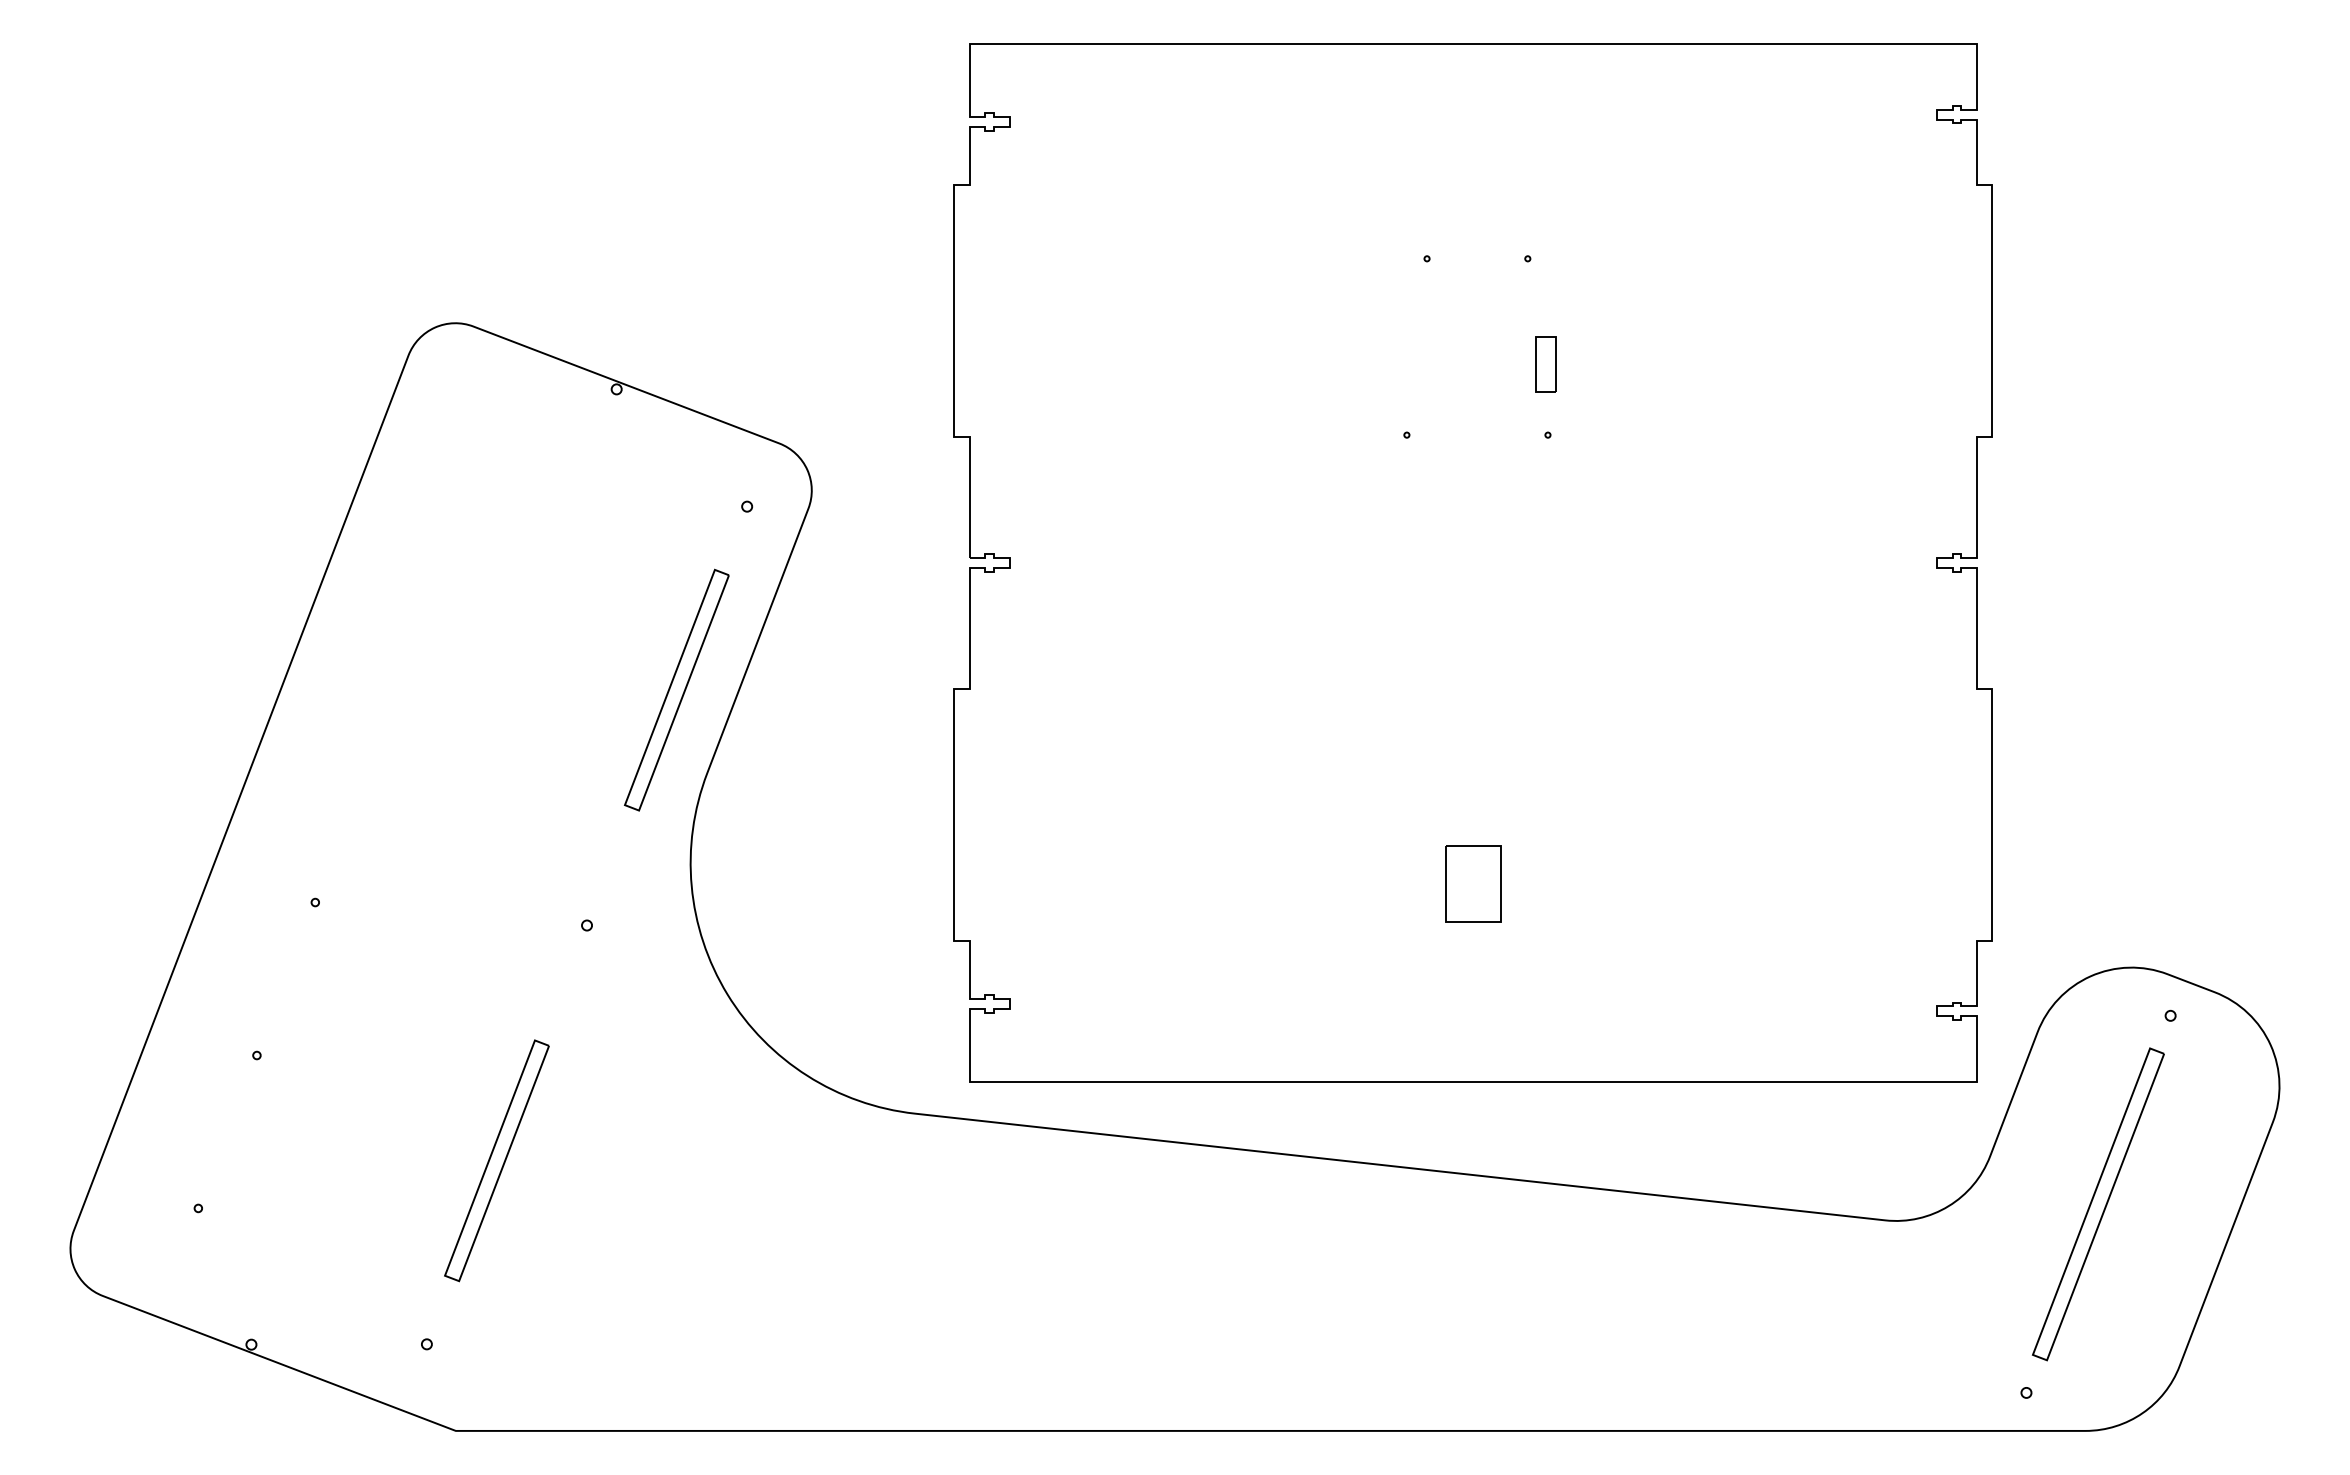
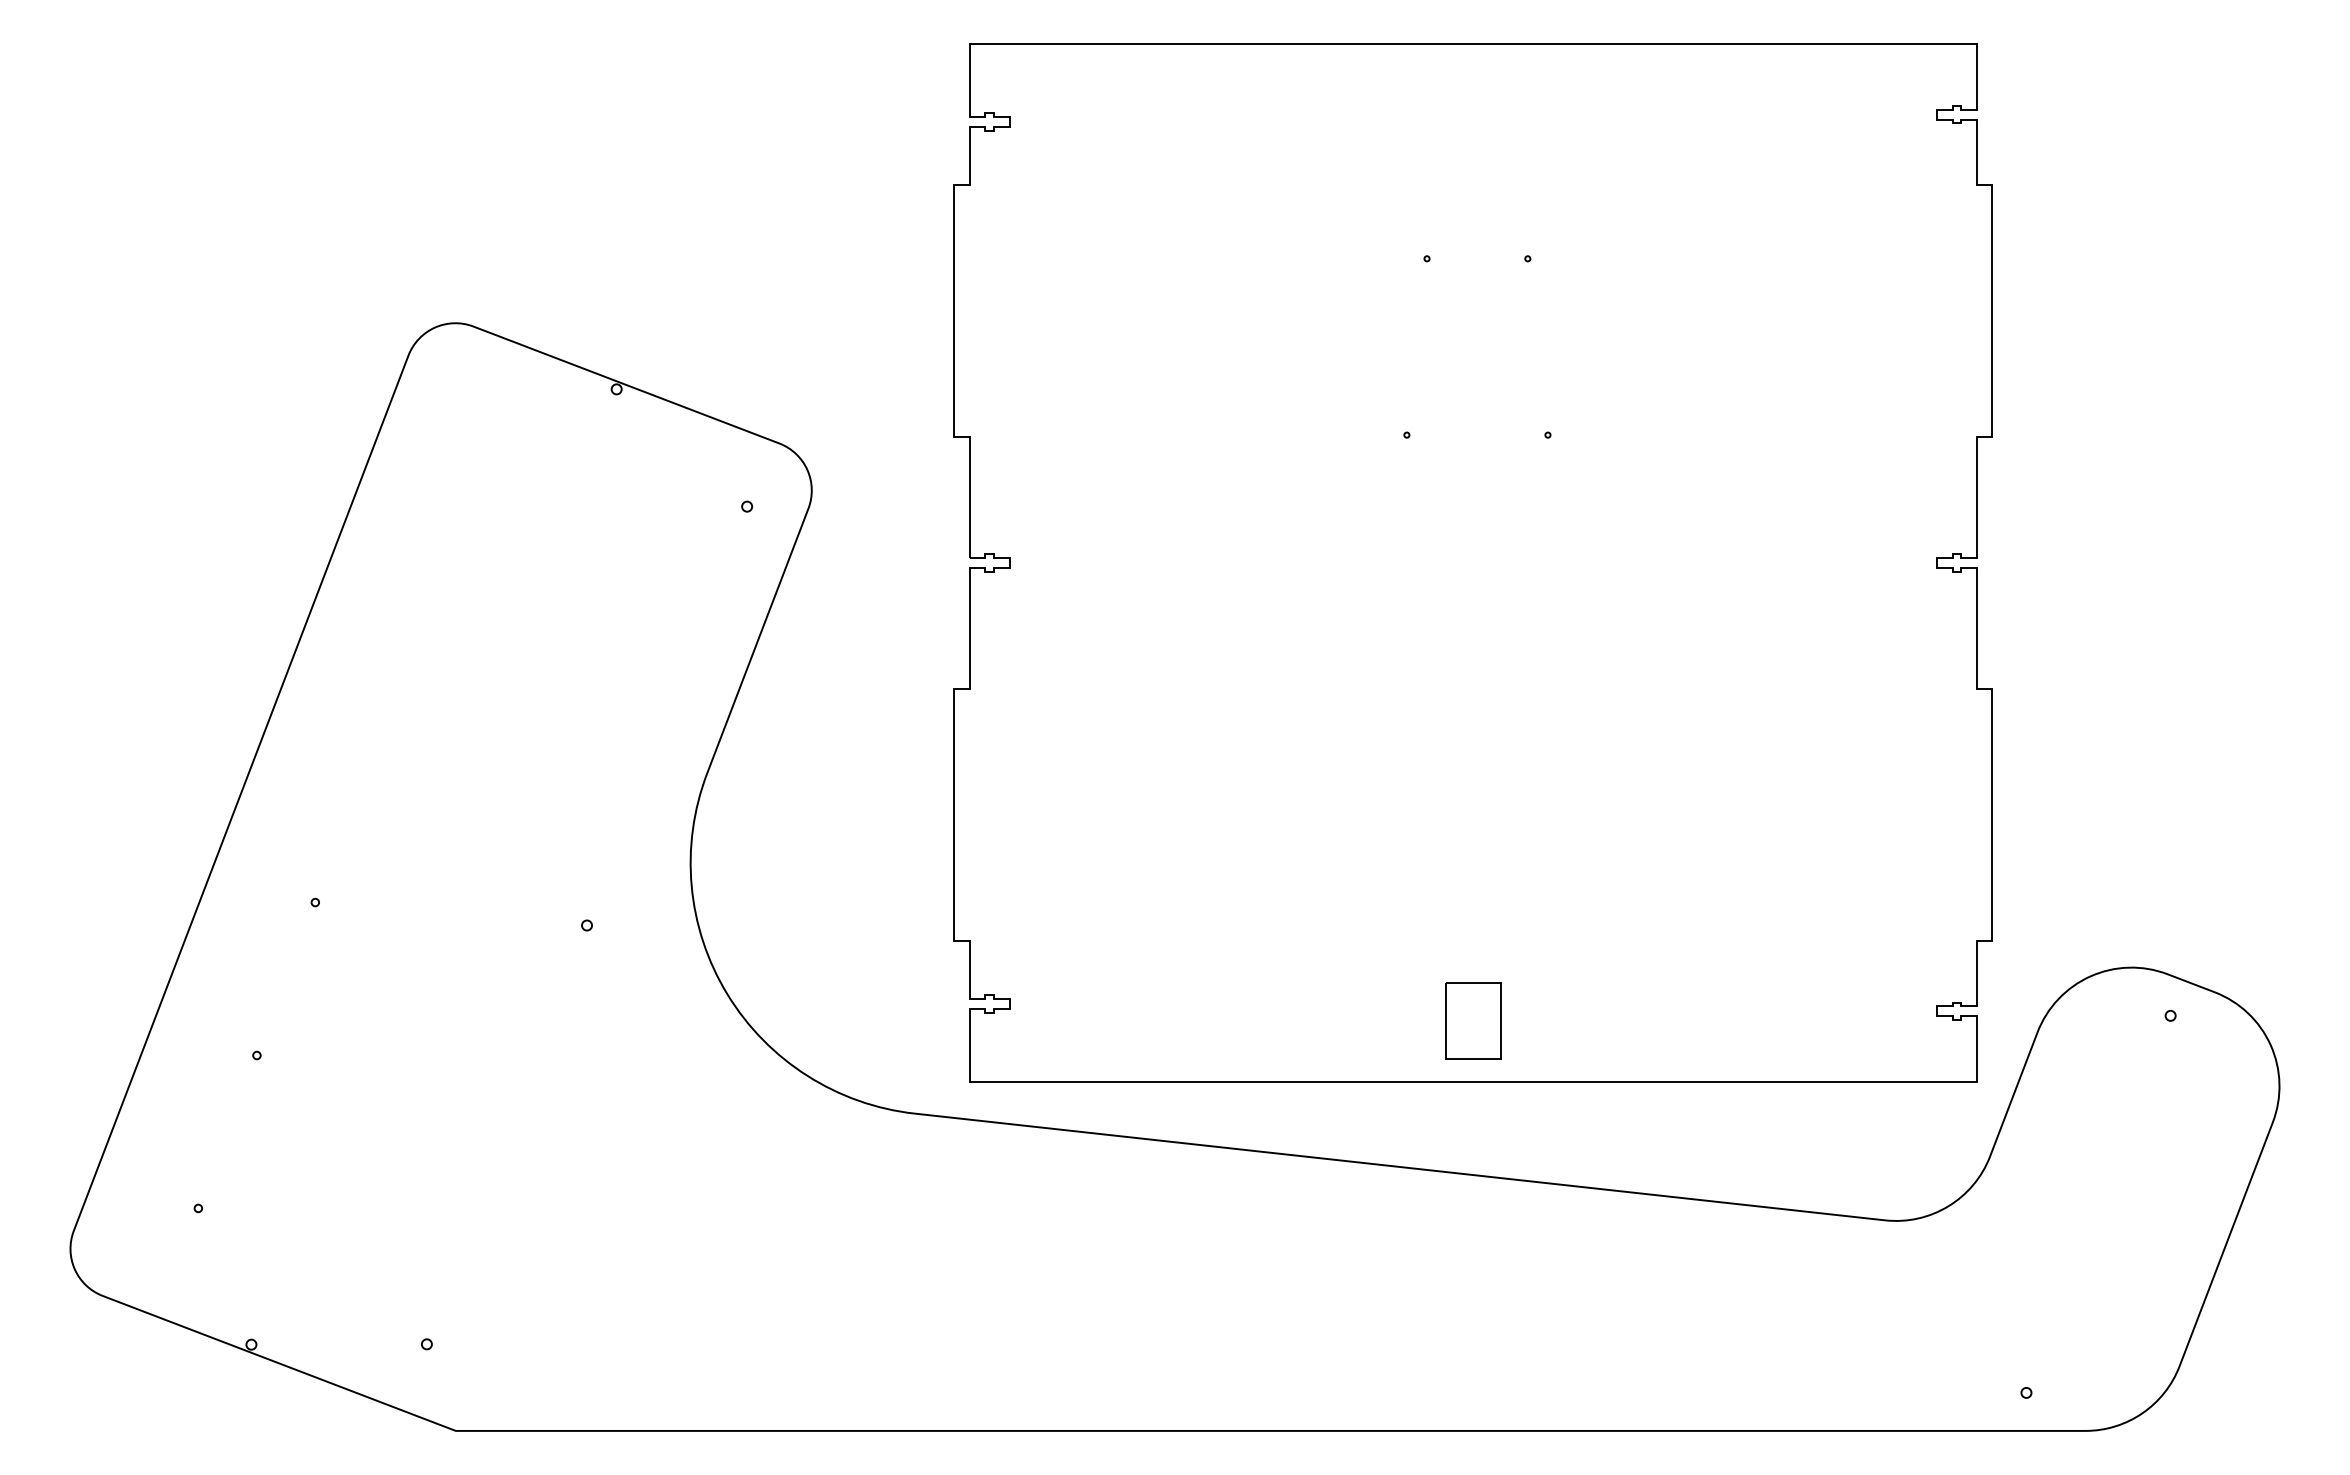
part at (1545, 364): present -> none
part at (676, 689): present -> none
part at (1473, 883) position: (1473, 883) -> (1473, 1020)
part at (496, 1160): present -> none
part at (2097, 1204): present -> none
